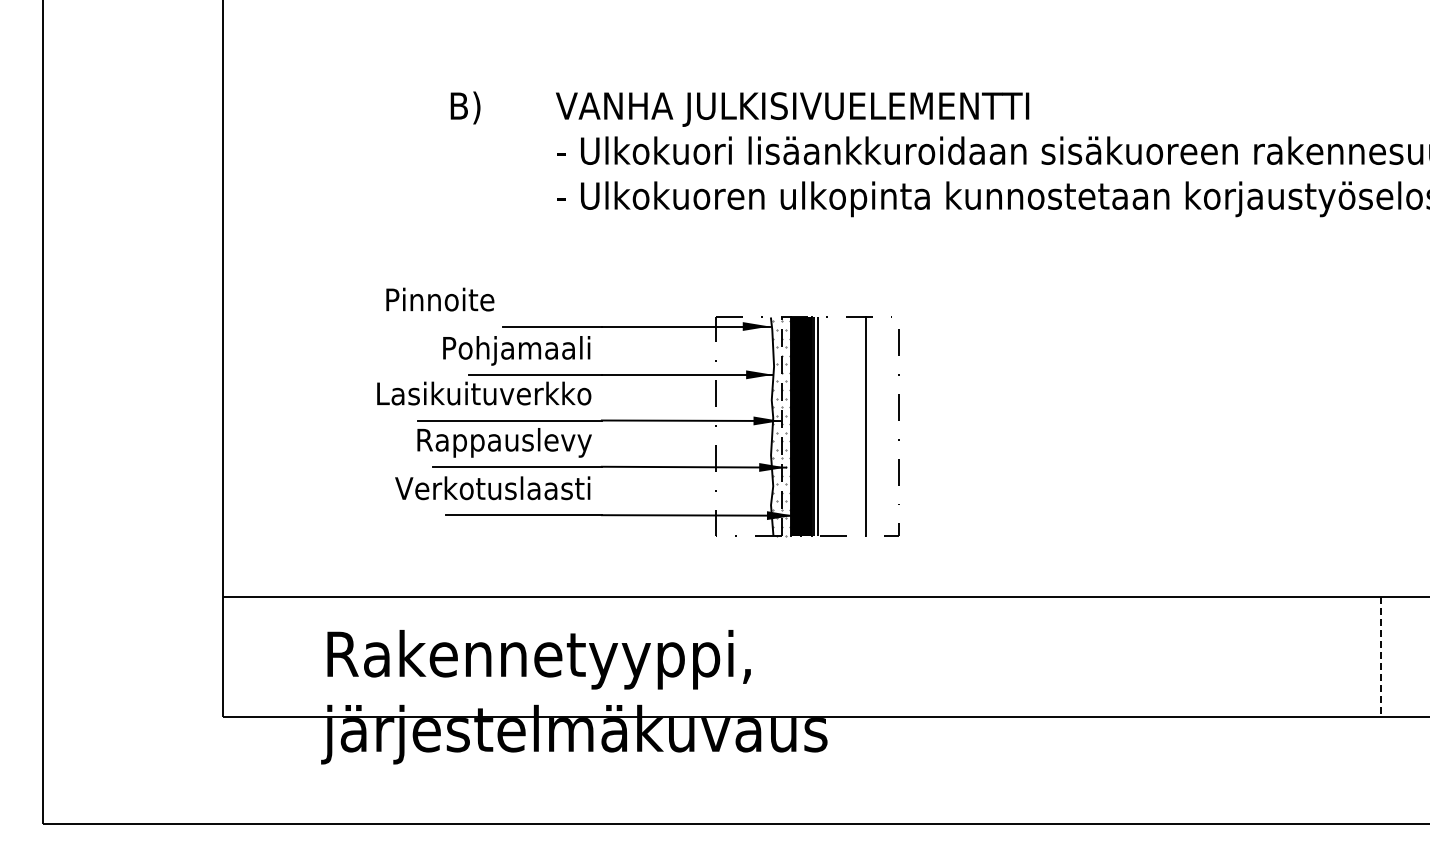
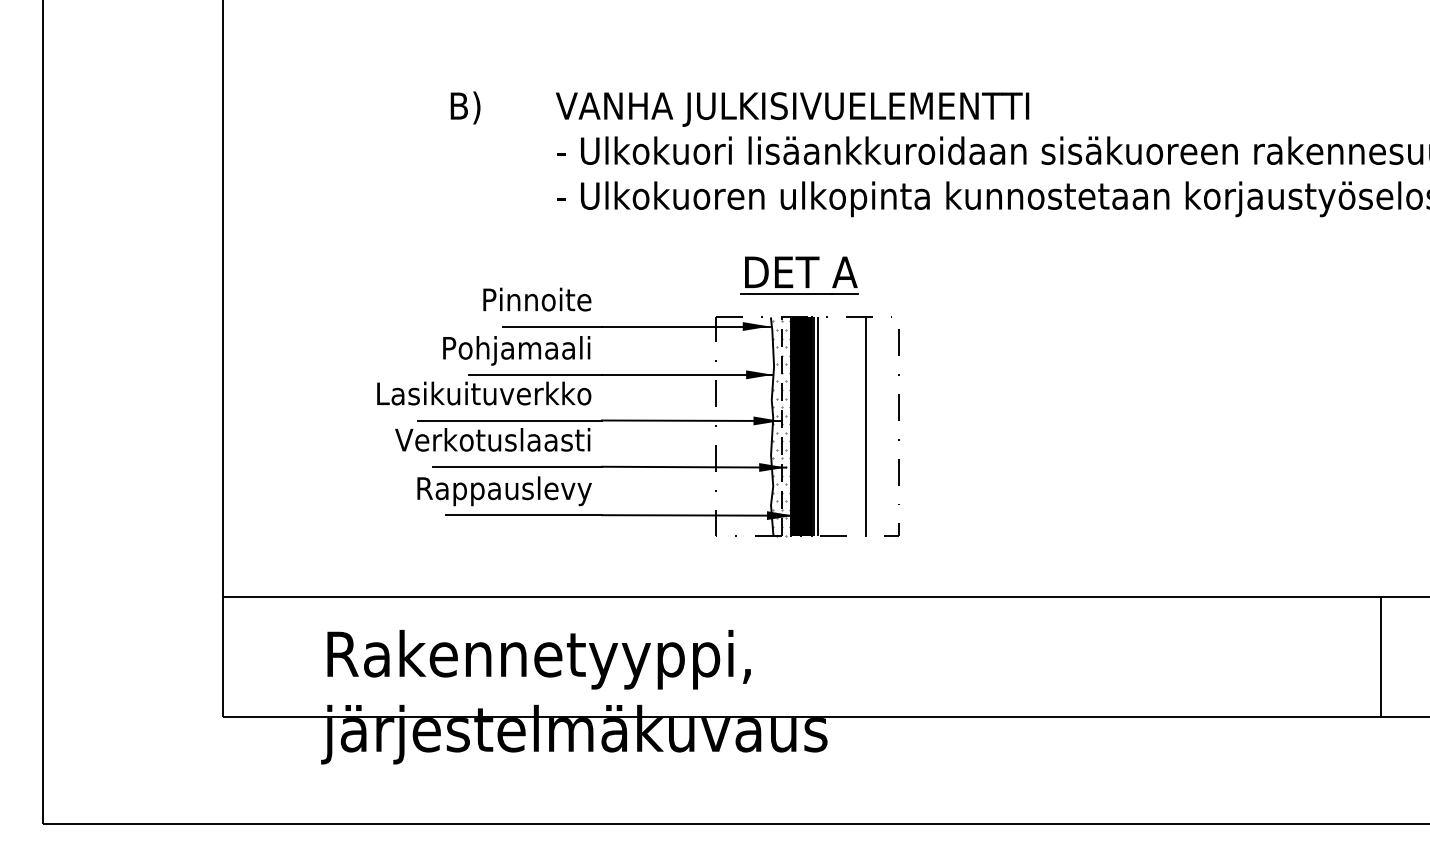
part at (799, 275): none -> present
text at (440, 299) position: (440, 299) -> (537, 299)
text at (493, 442): Rappauslevy -> Verkotuslaasti
text at (493, 491): Verkotuslaasti -> Rappauslevy
line at (1380, 656): dashed -> solid
